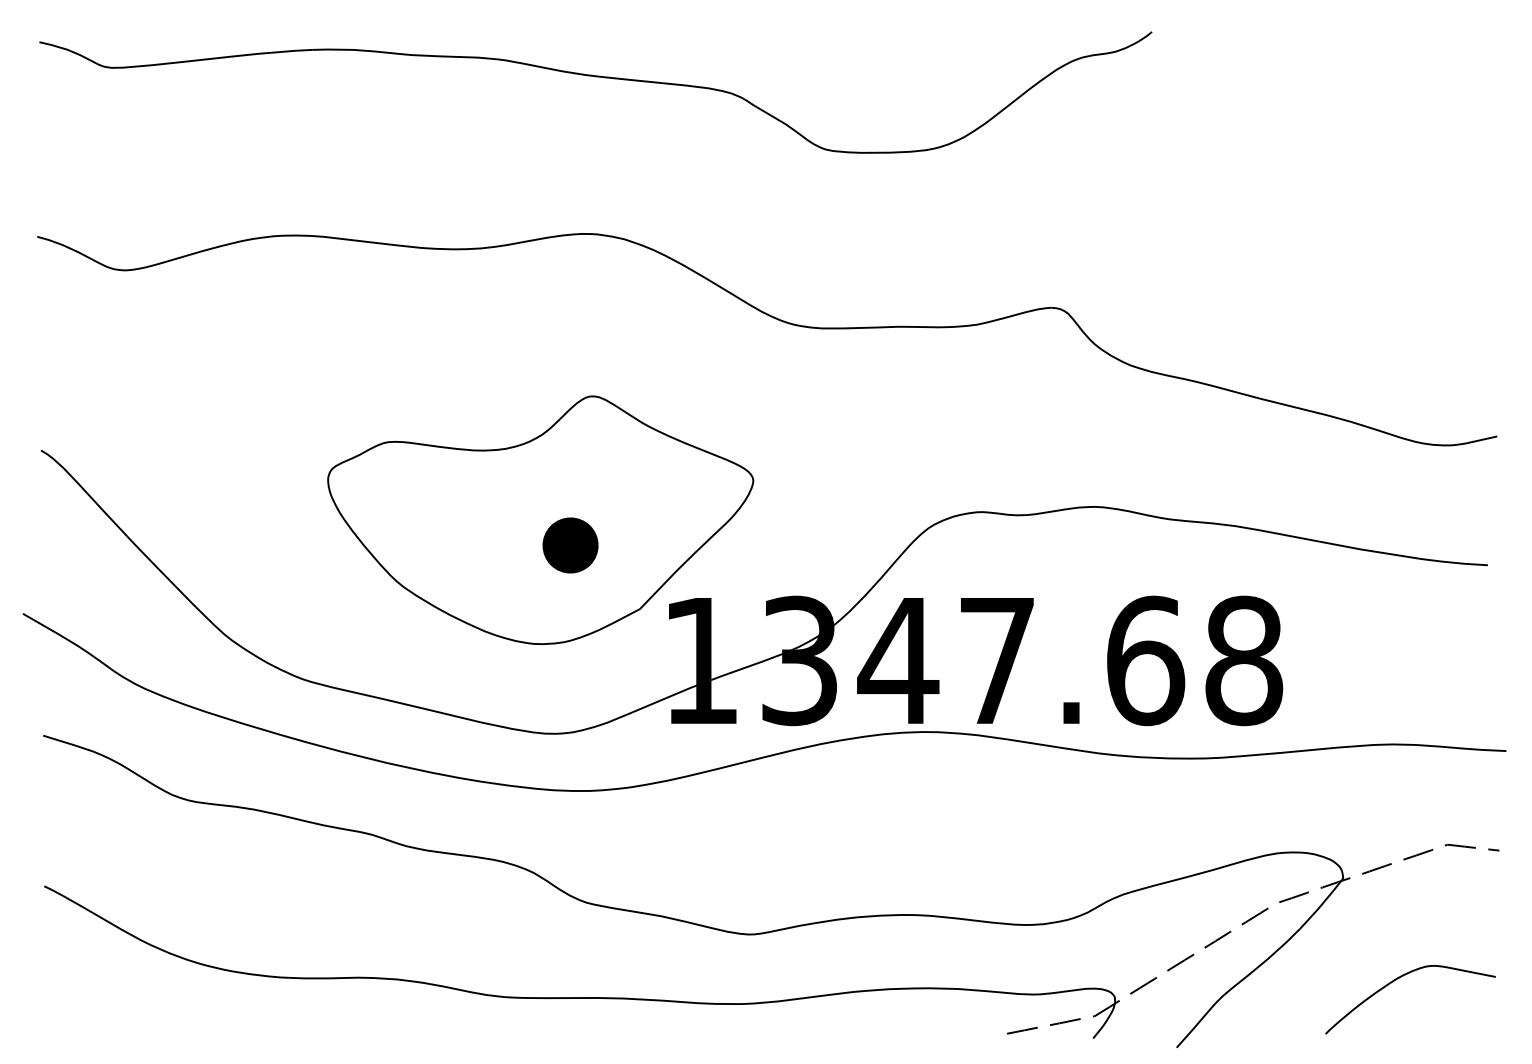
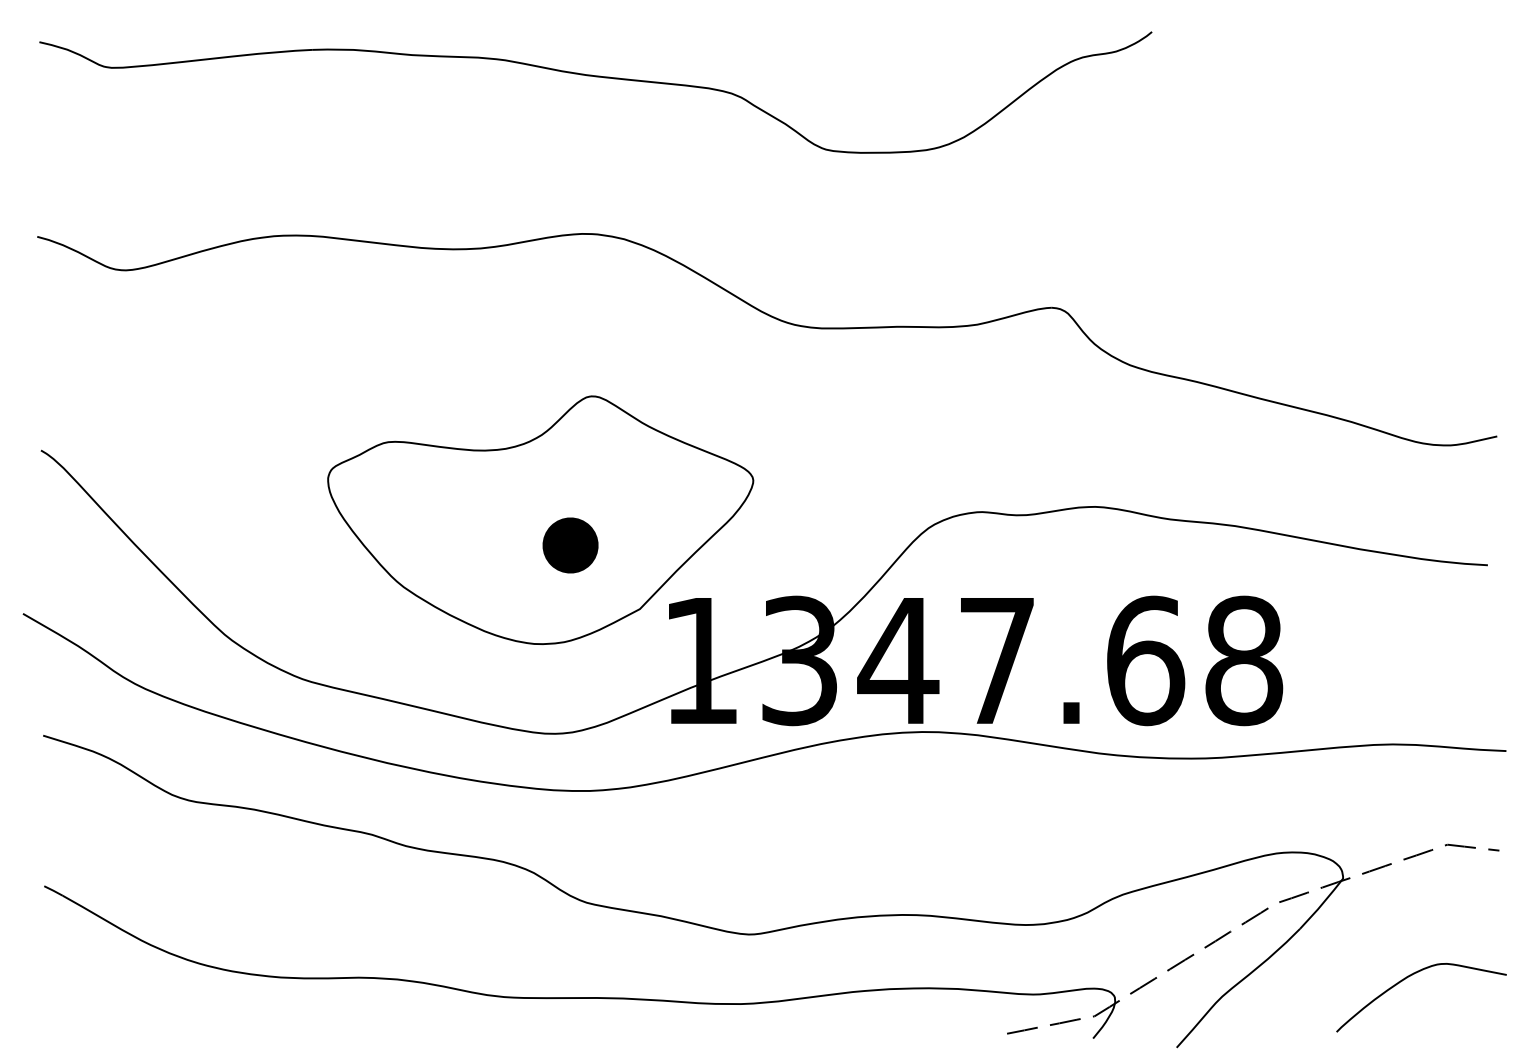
curve at (1396, 980) position: (1396, 980) -> (1407, 978)
